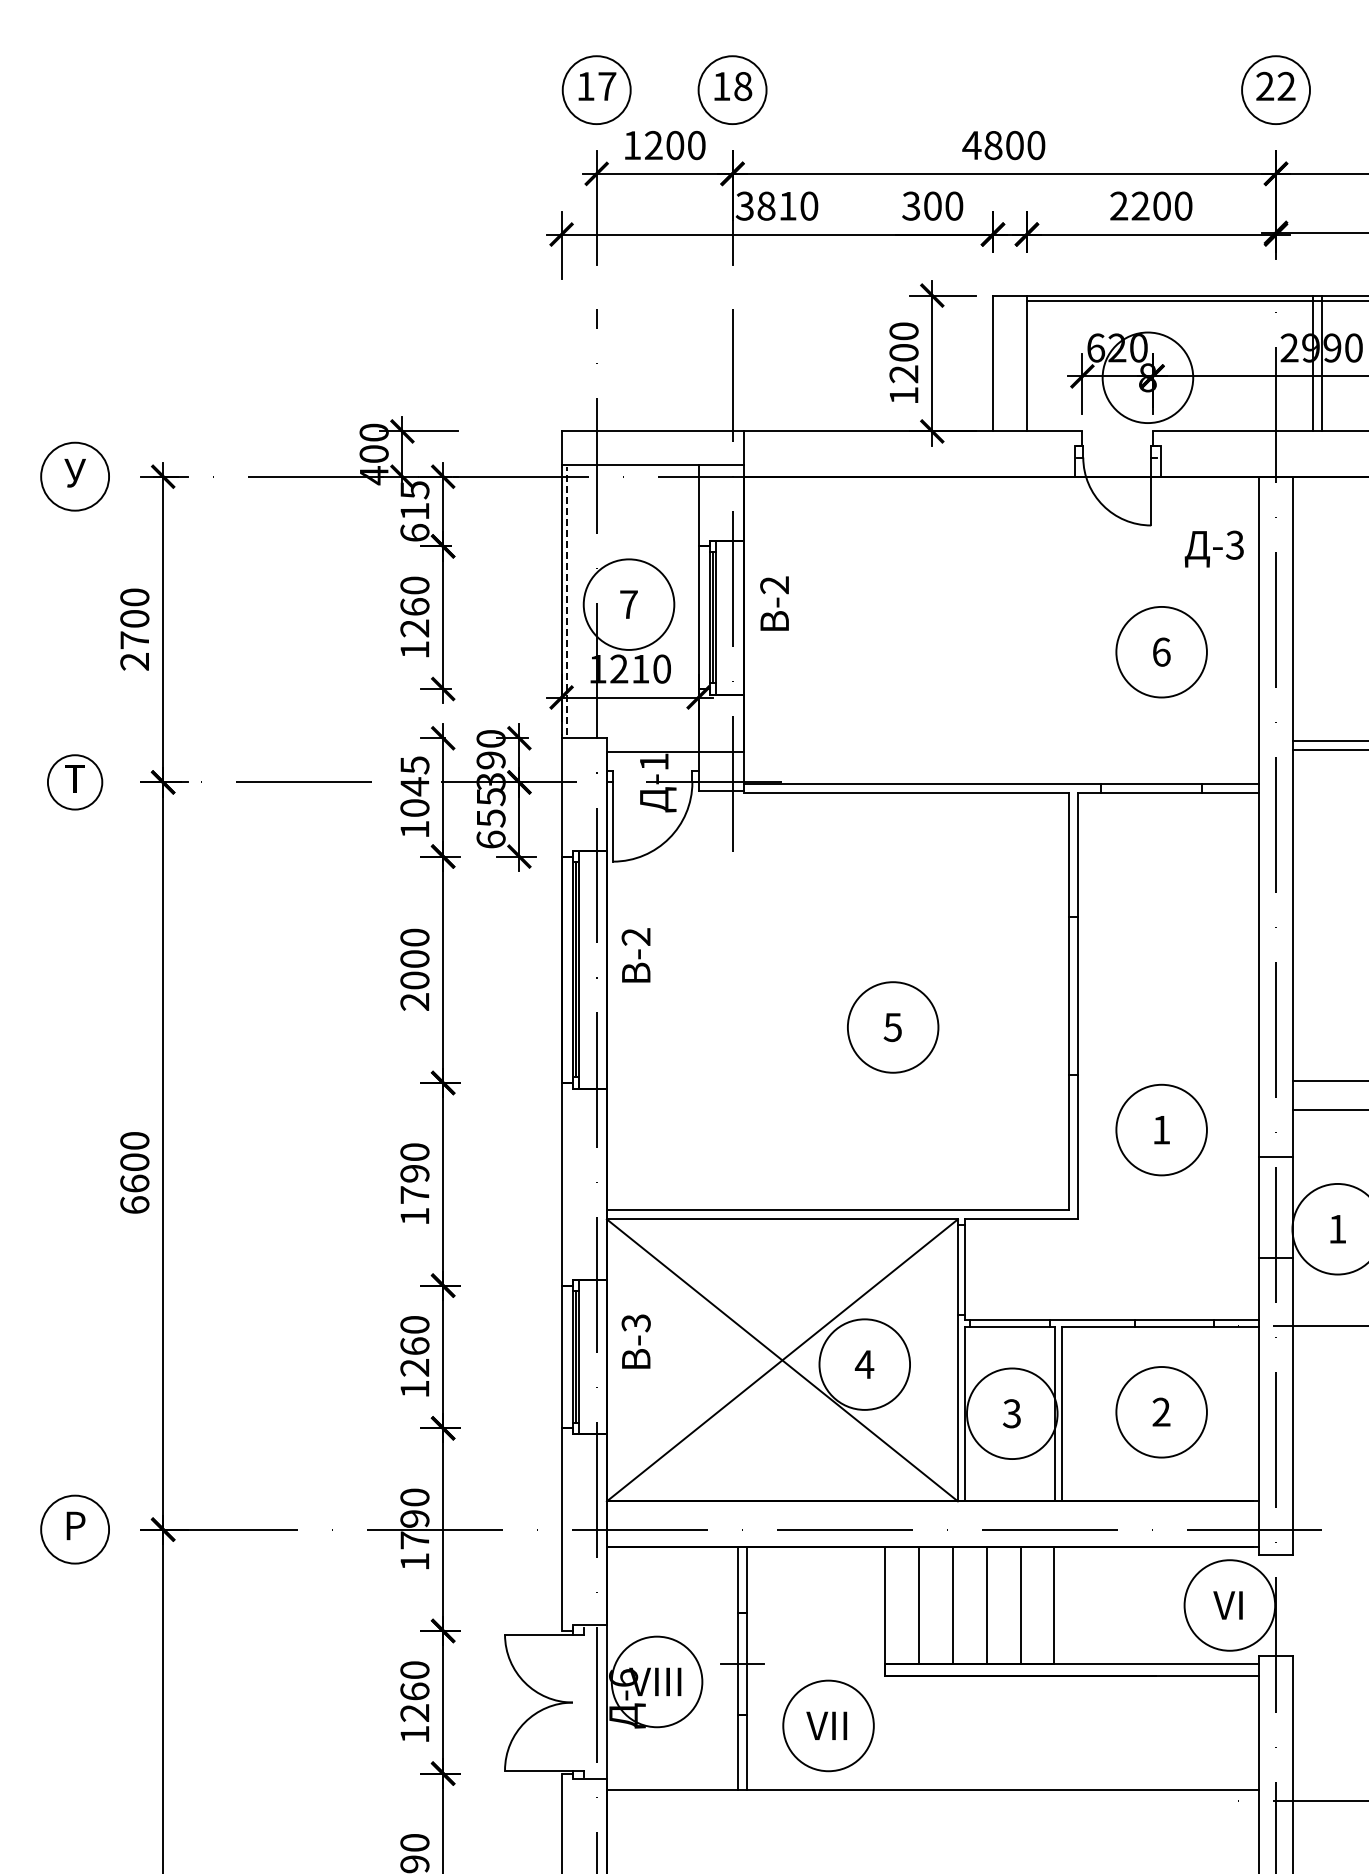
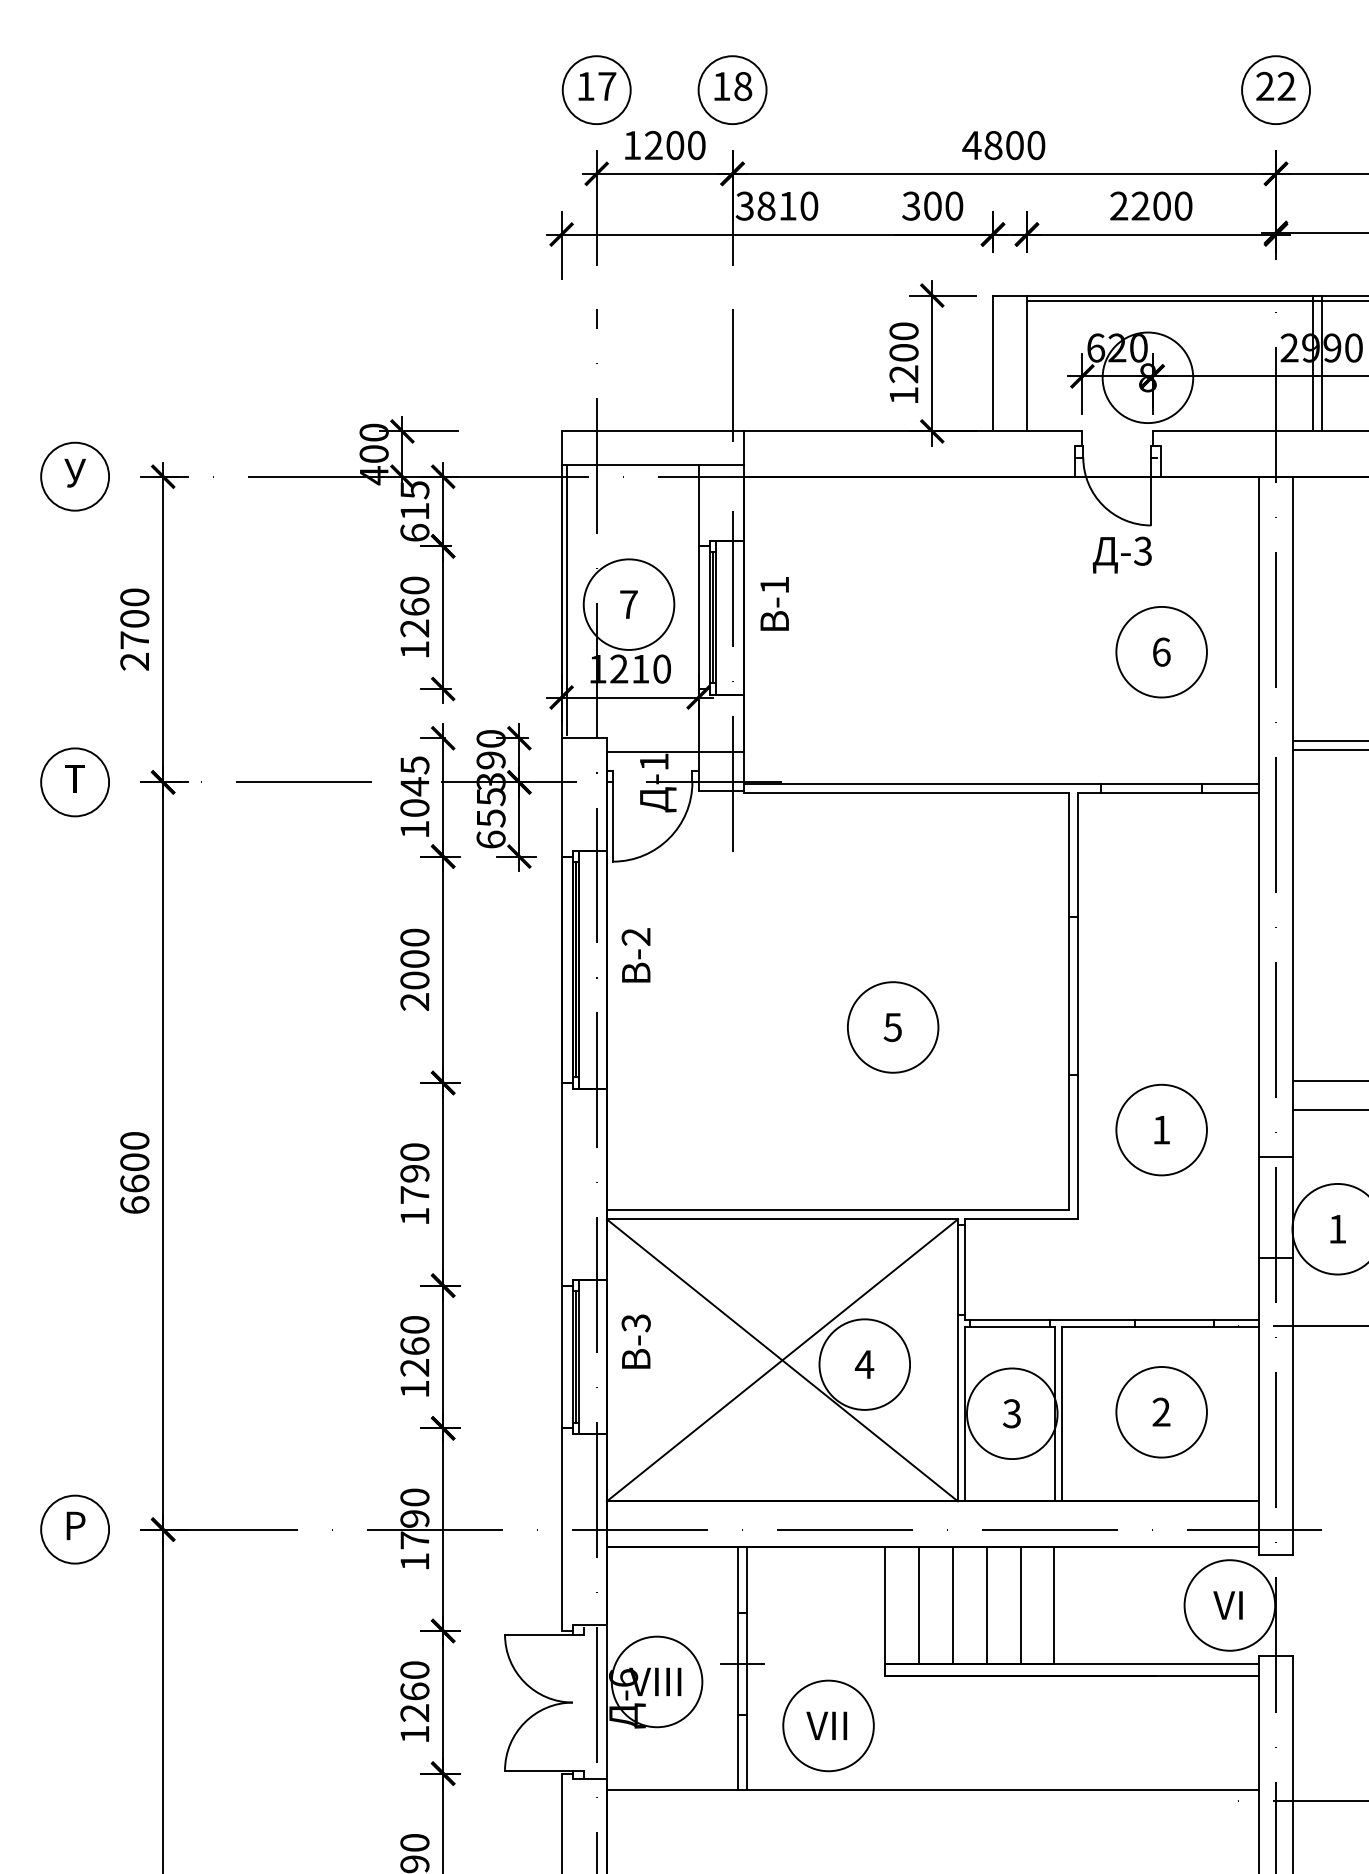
text at (1213, 548) position: (1213, 548) -> (1121, 554)
text at (774, 585): -2 -> -1
line at (567, 600): dashed -> solid
circle at (74, 782) diameter: 54 px -> 68 px
